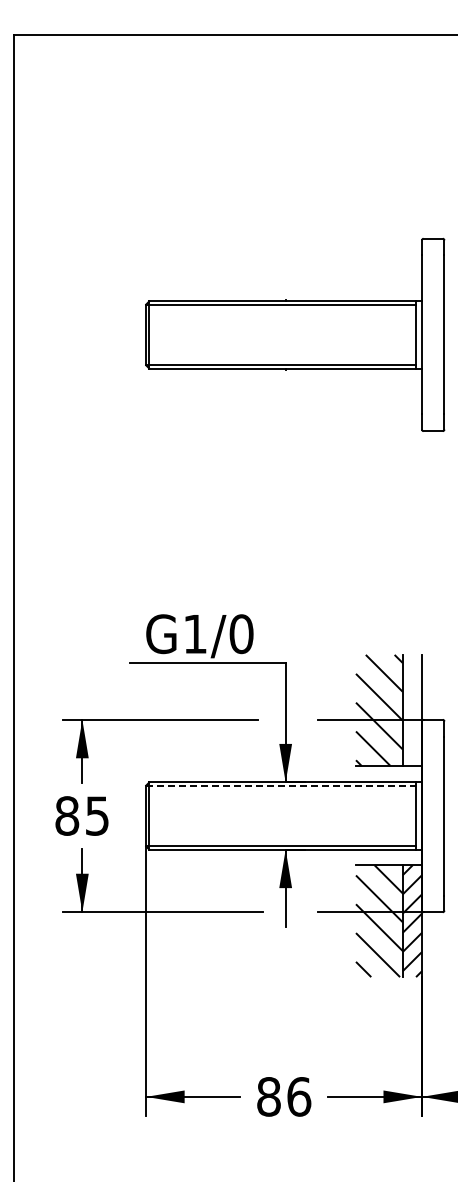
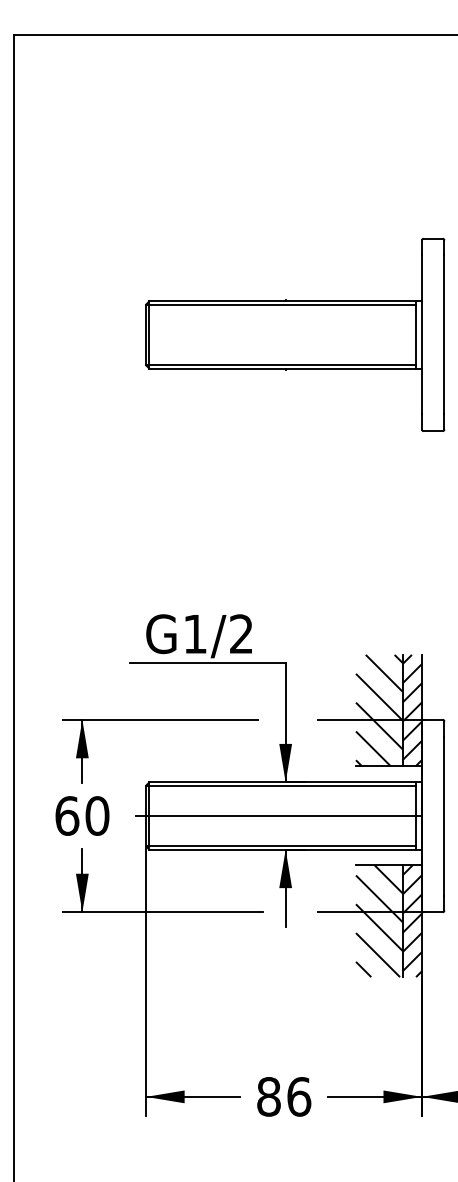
text at (241, 634): G1/0 -> G1/2
hatch at (411, 709): none -> present
line at (280, 786): dashed -> solid
text at (82, 815): 85 -> 60
line at (278, 816): none -> present
